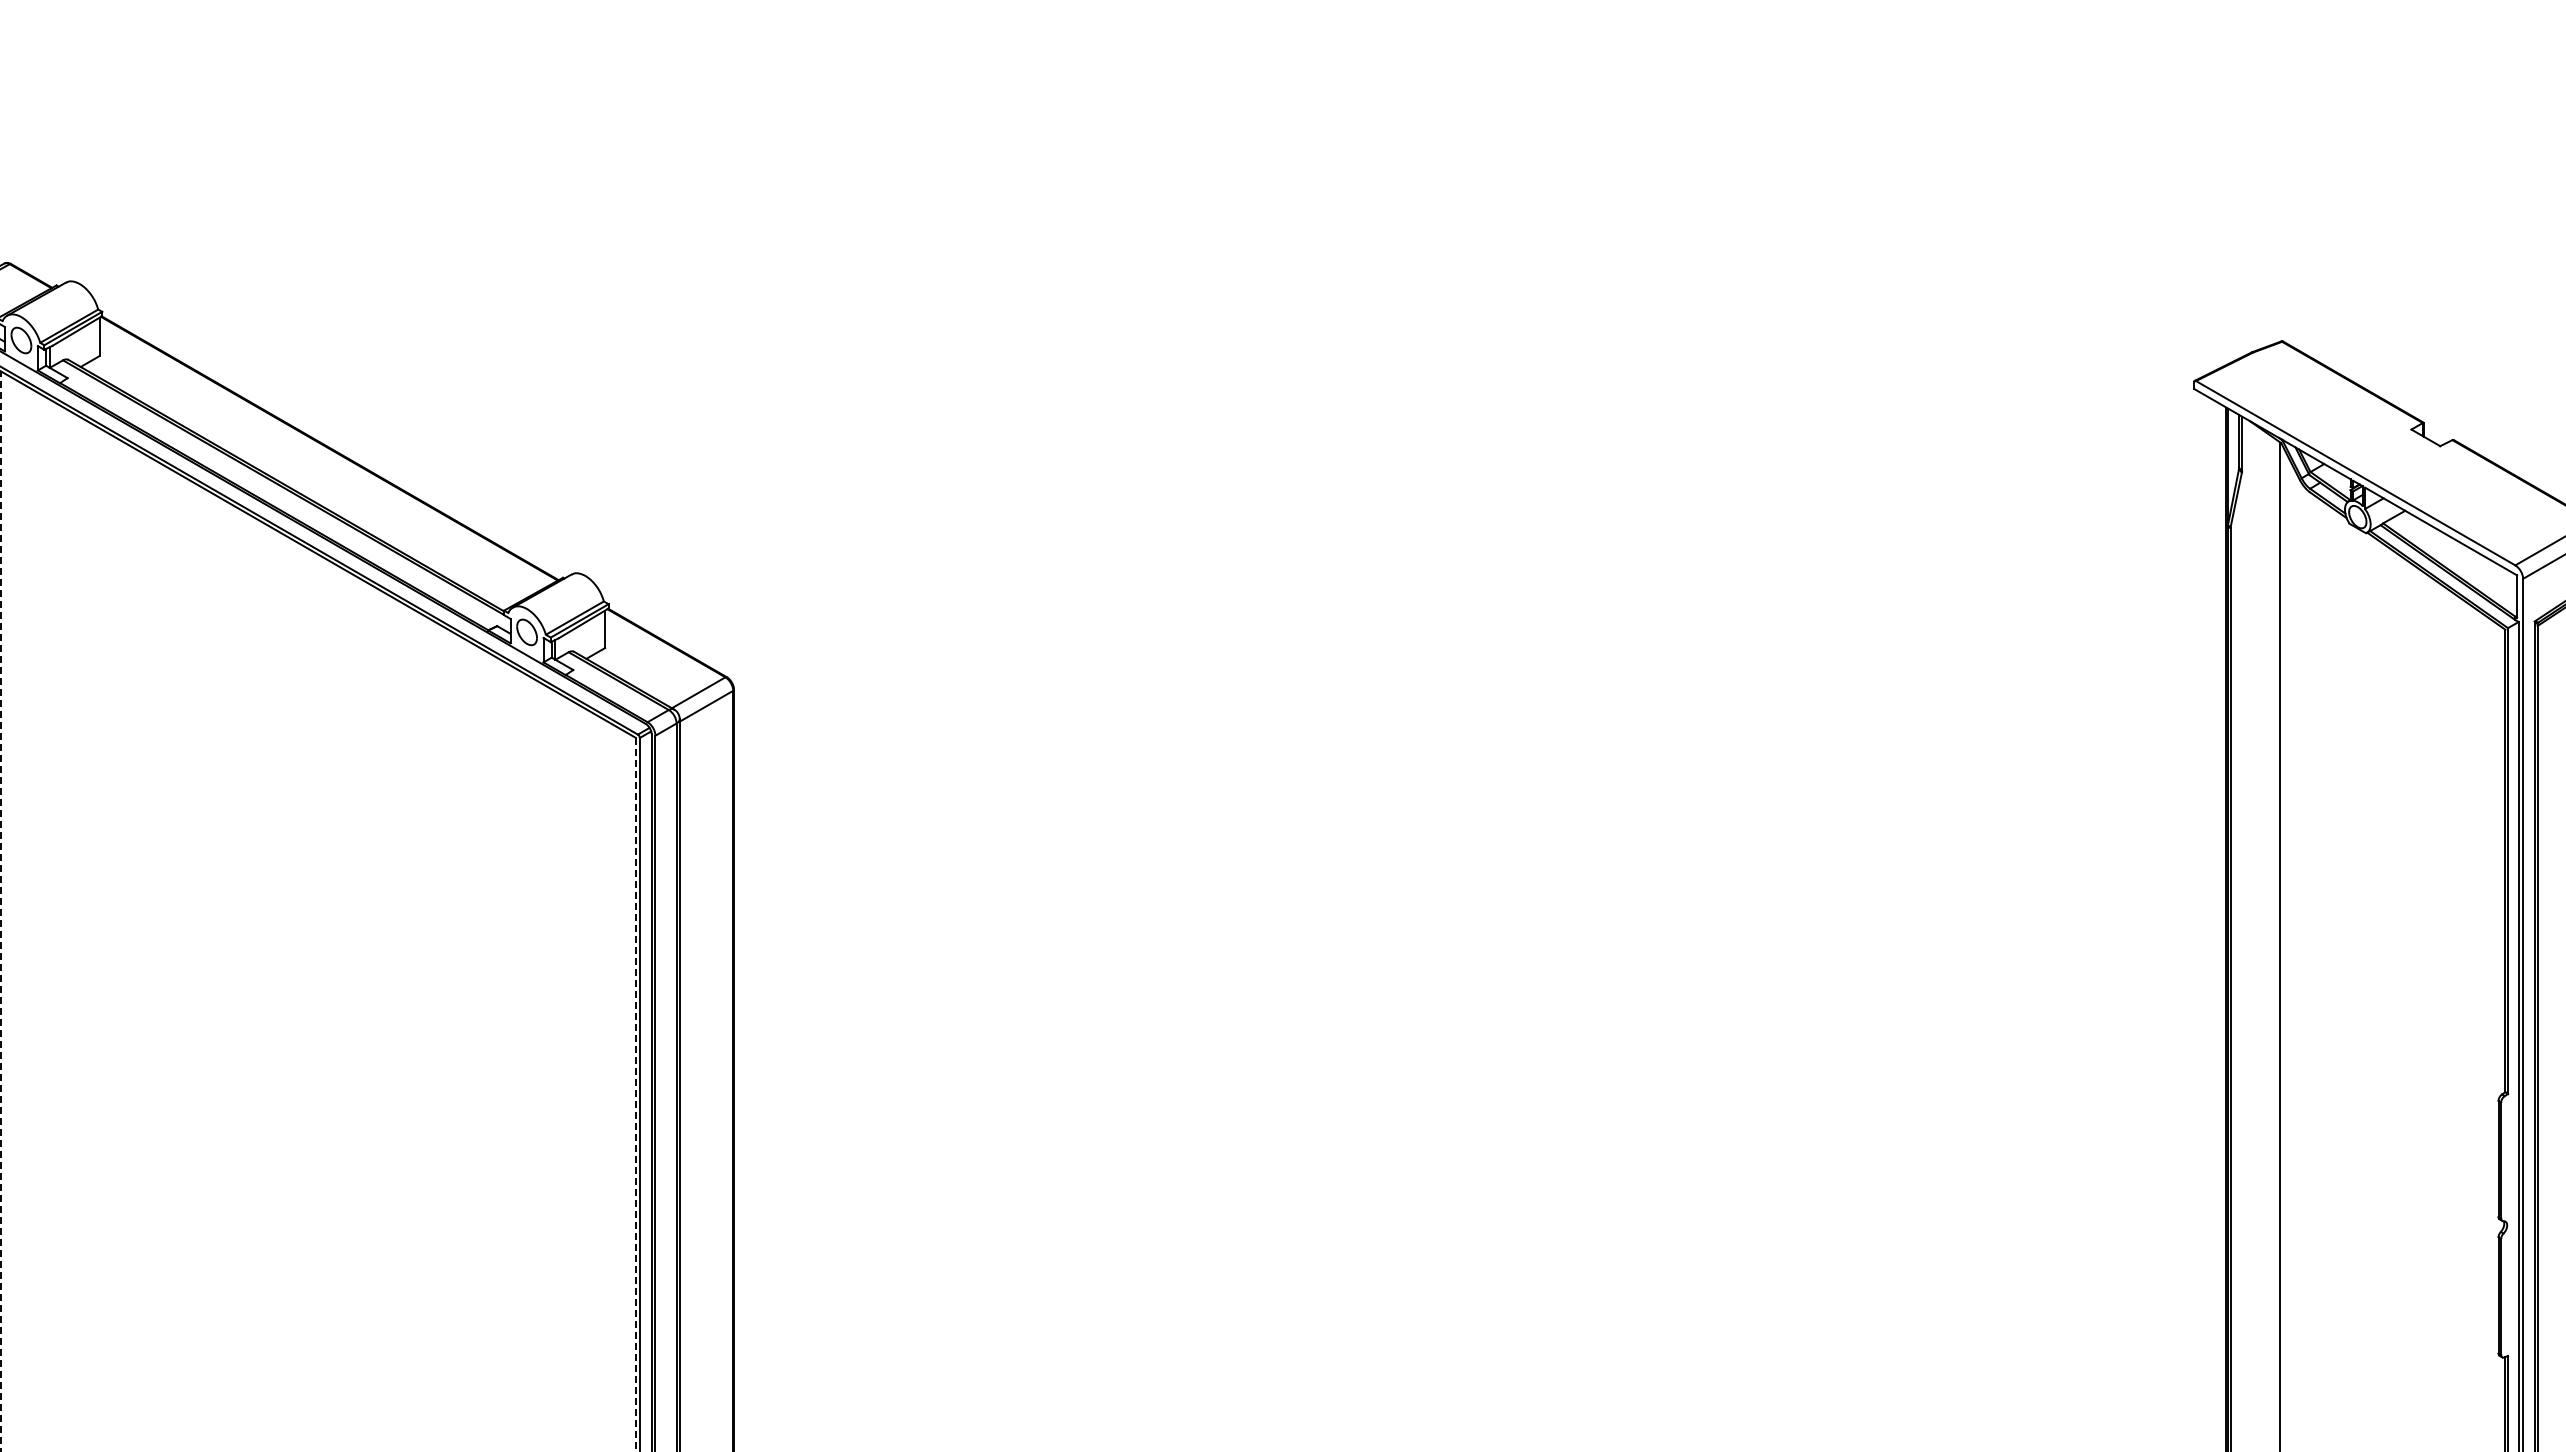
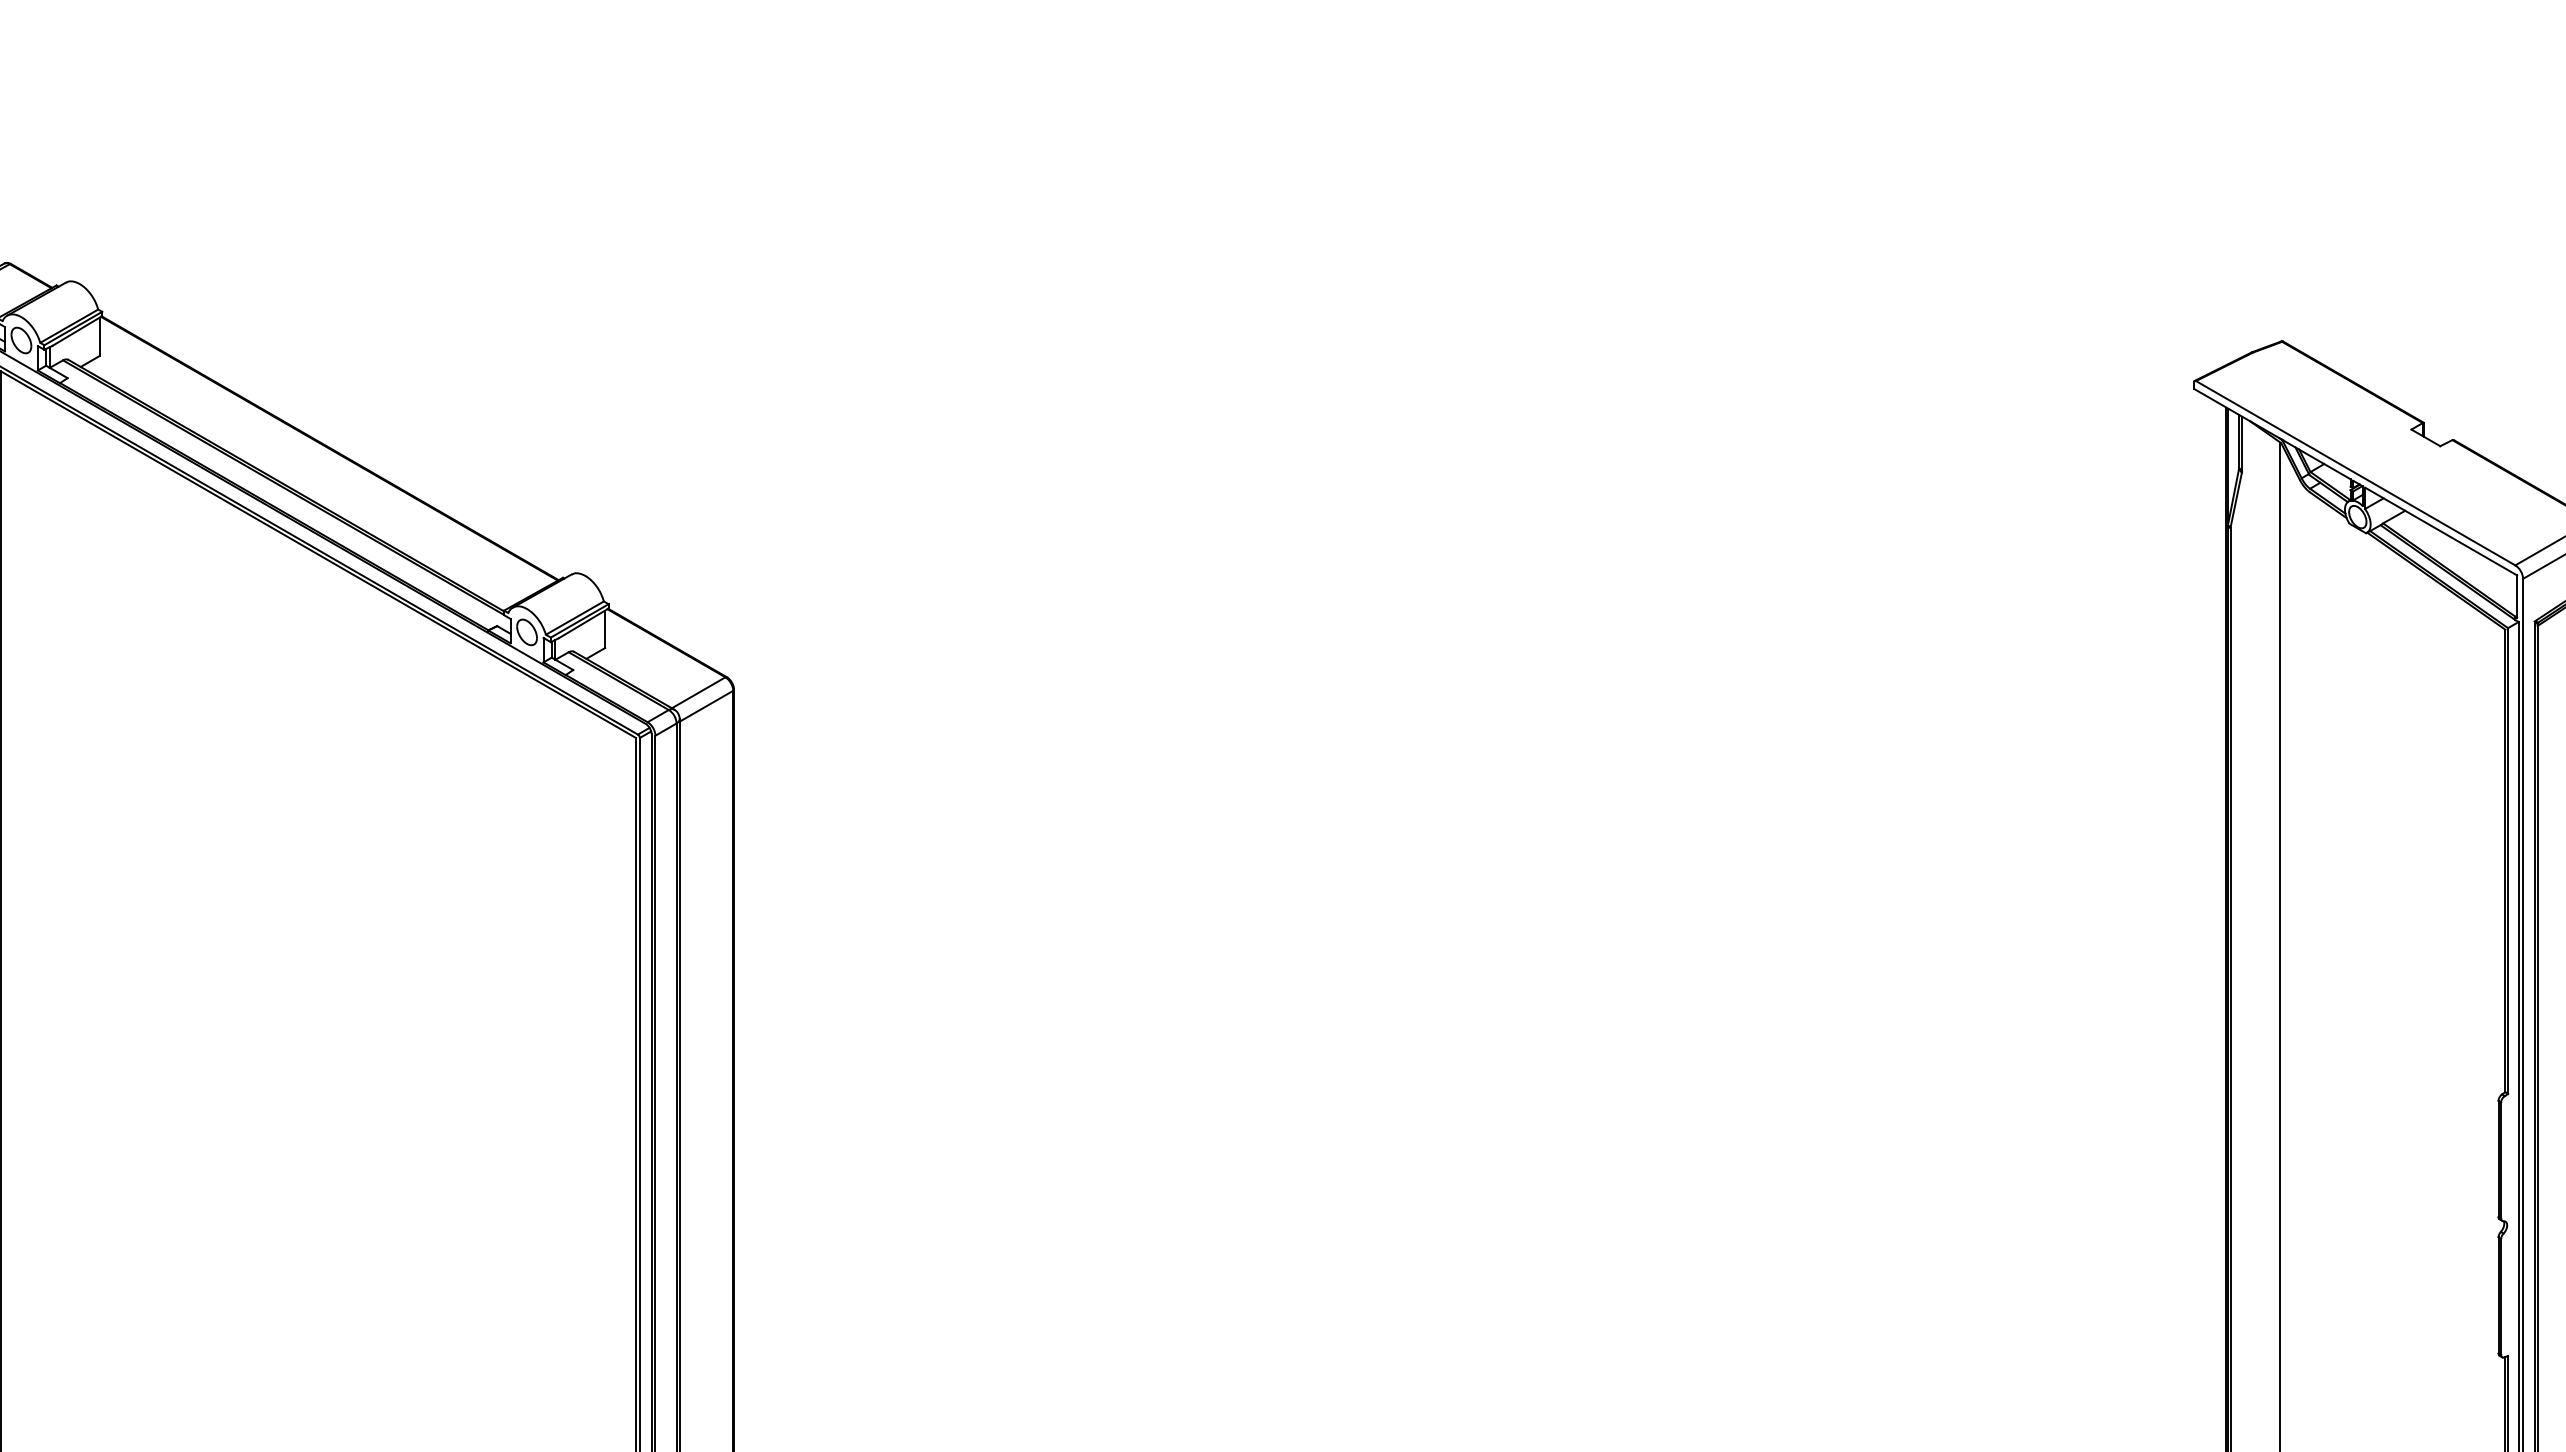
line at (0, 911): dashed -> solid
line at (635, 1094): dashed -> solid
